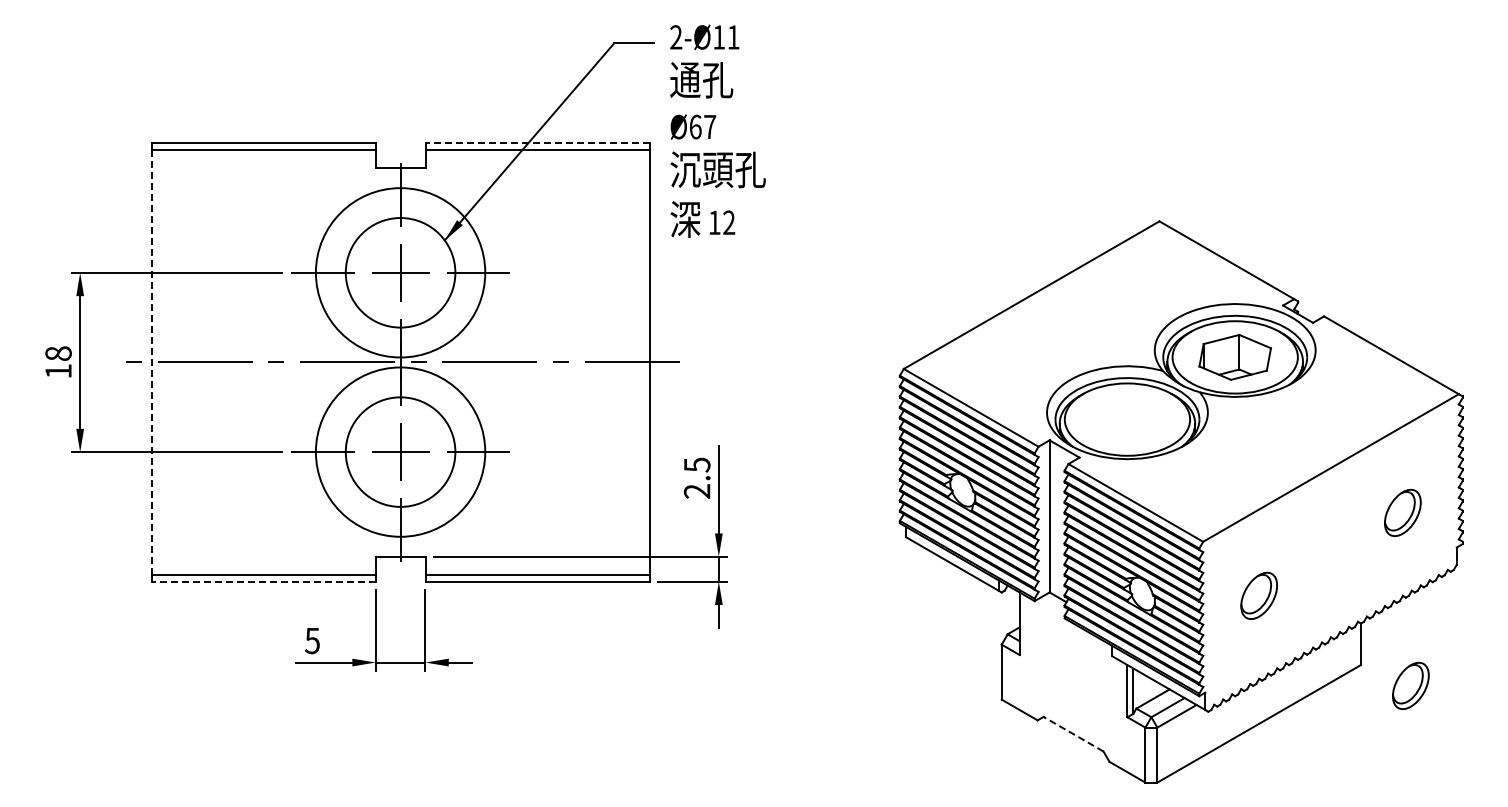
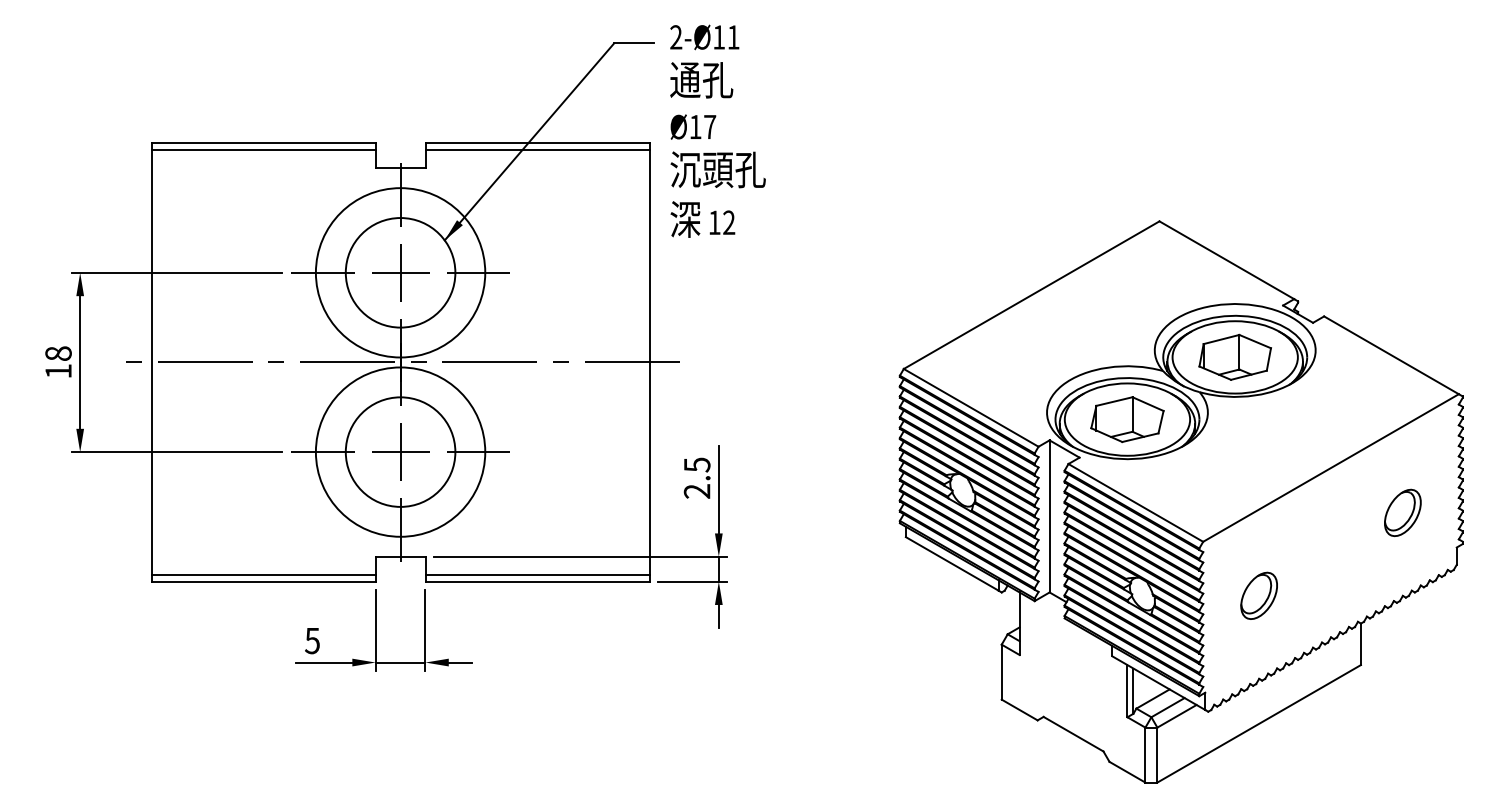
text at (695, 126): Ø67 -> Ø17
line at (537, 143): dashed -> solid
line at (151, 362): dashed -> solid
part at (1127, 419): none -> present
line at (263, 581): dashed -> solid
part at (1410, 685): present -> none
line at (1073, 734): dashed -> solid
